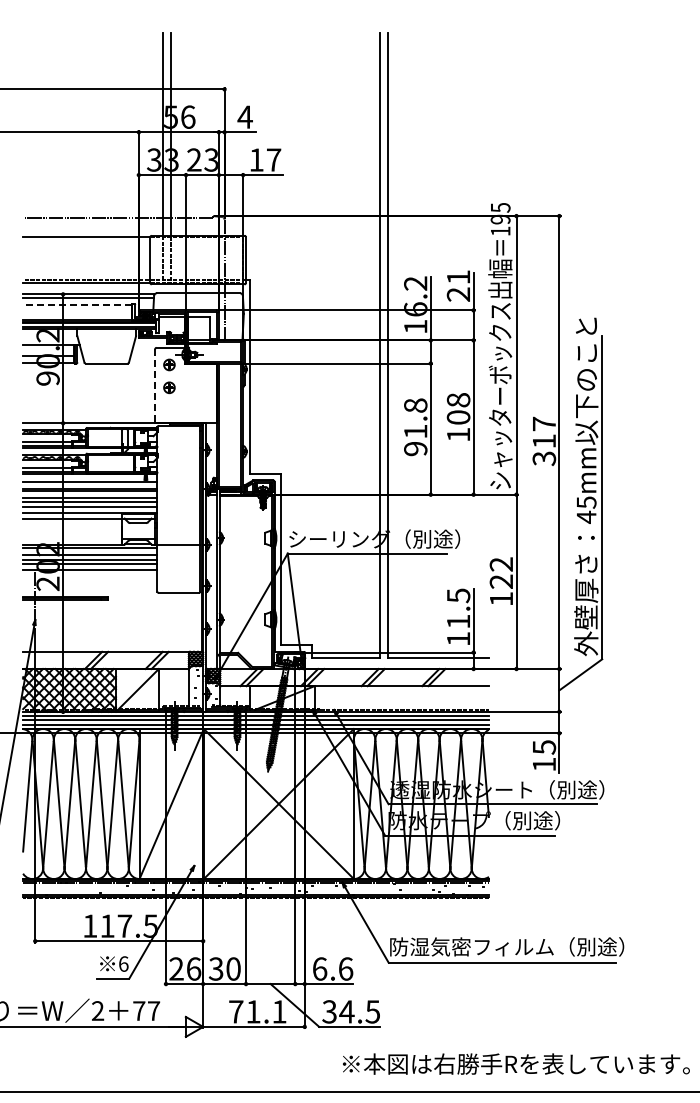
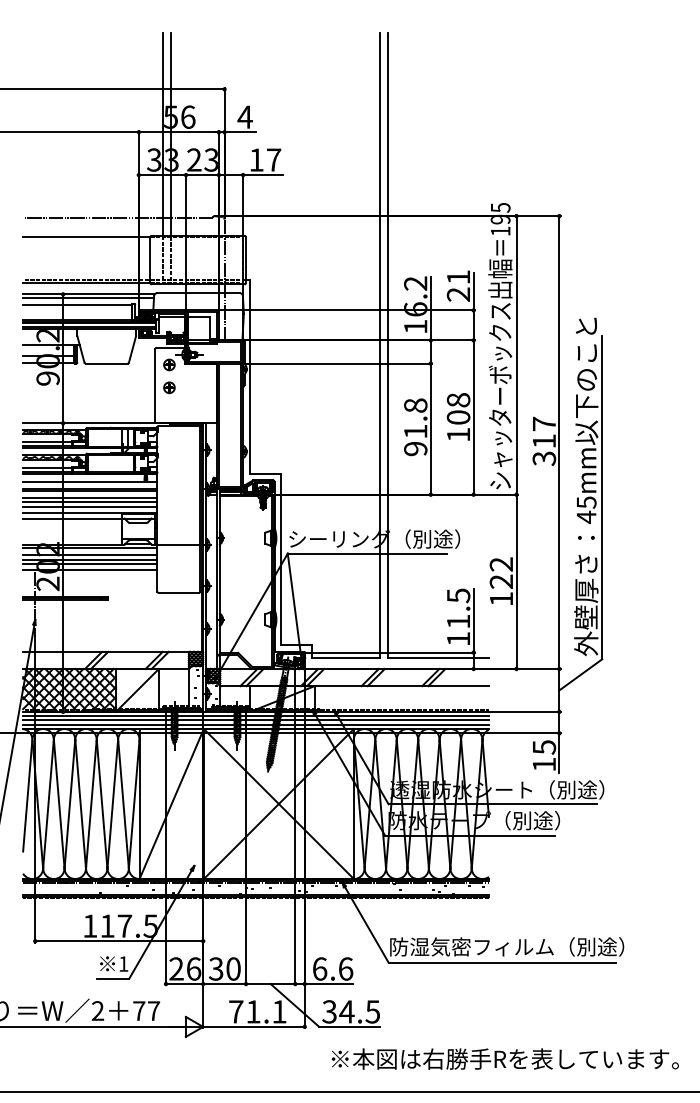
line at (77, 304): dashed -> solid
line at (155, 386): dashed -> solid
text at (123, 963): 6 -> 1
text at (516, 1063) position: (516, 1063) -> (505, 1058)
